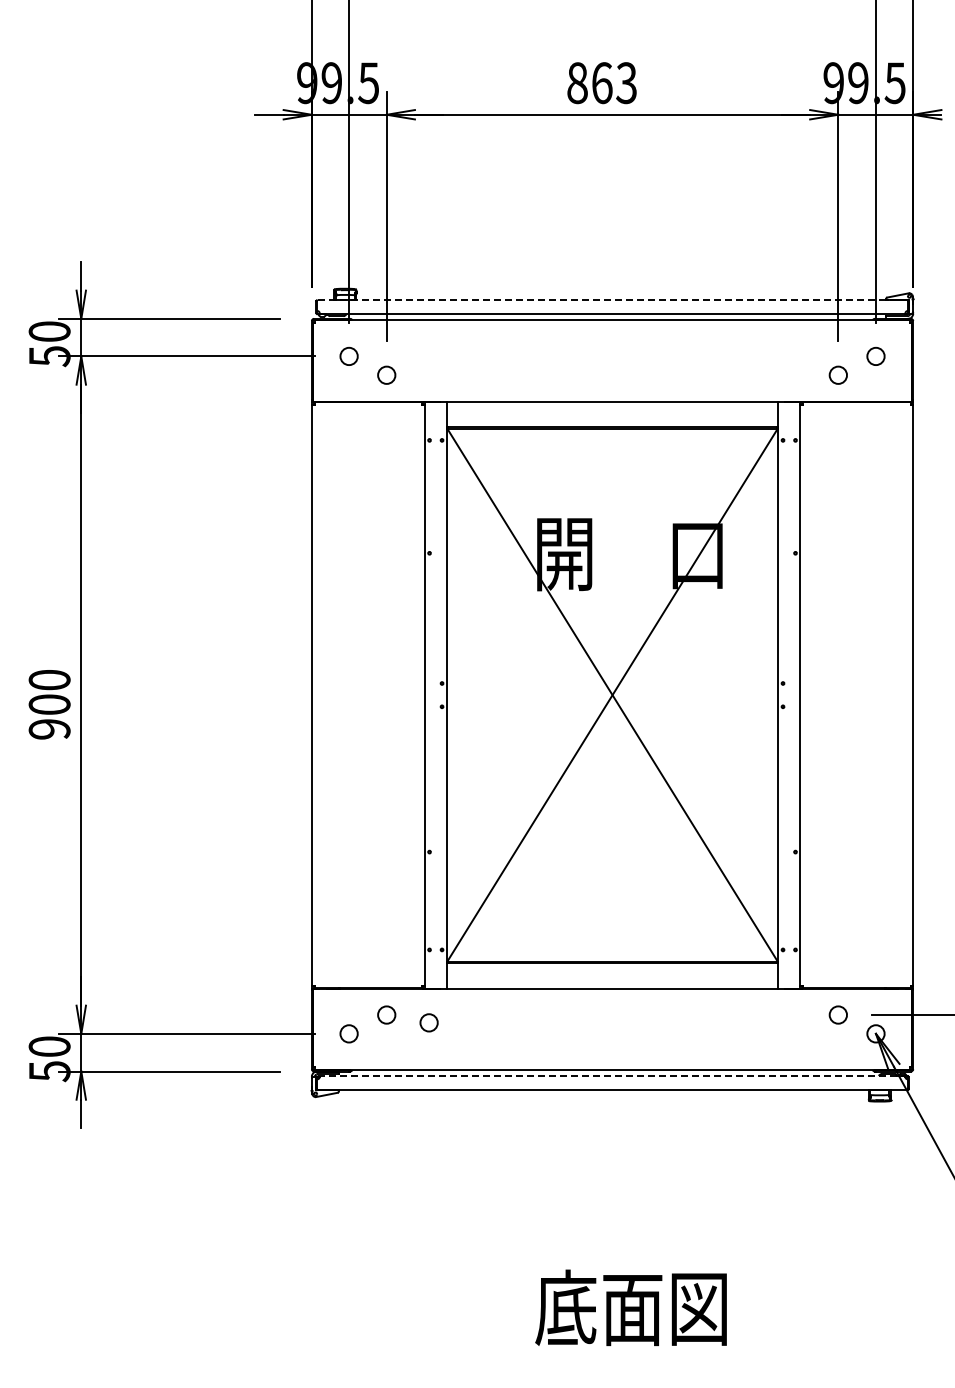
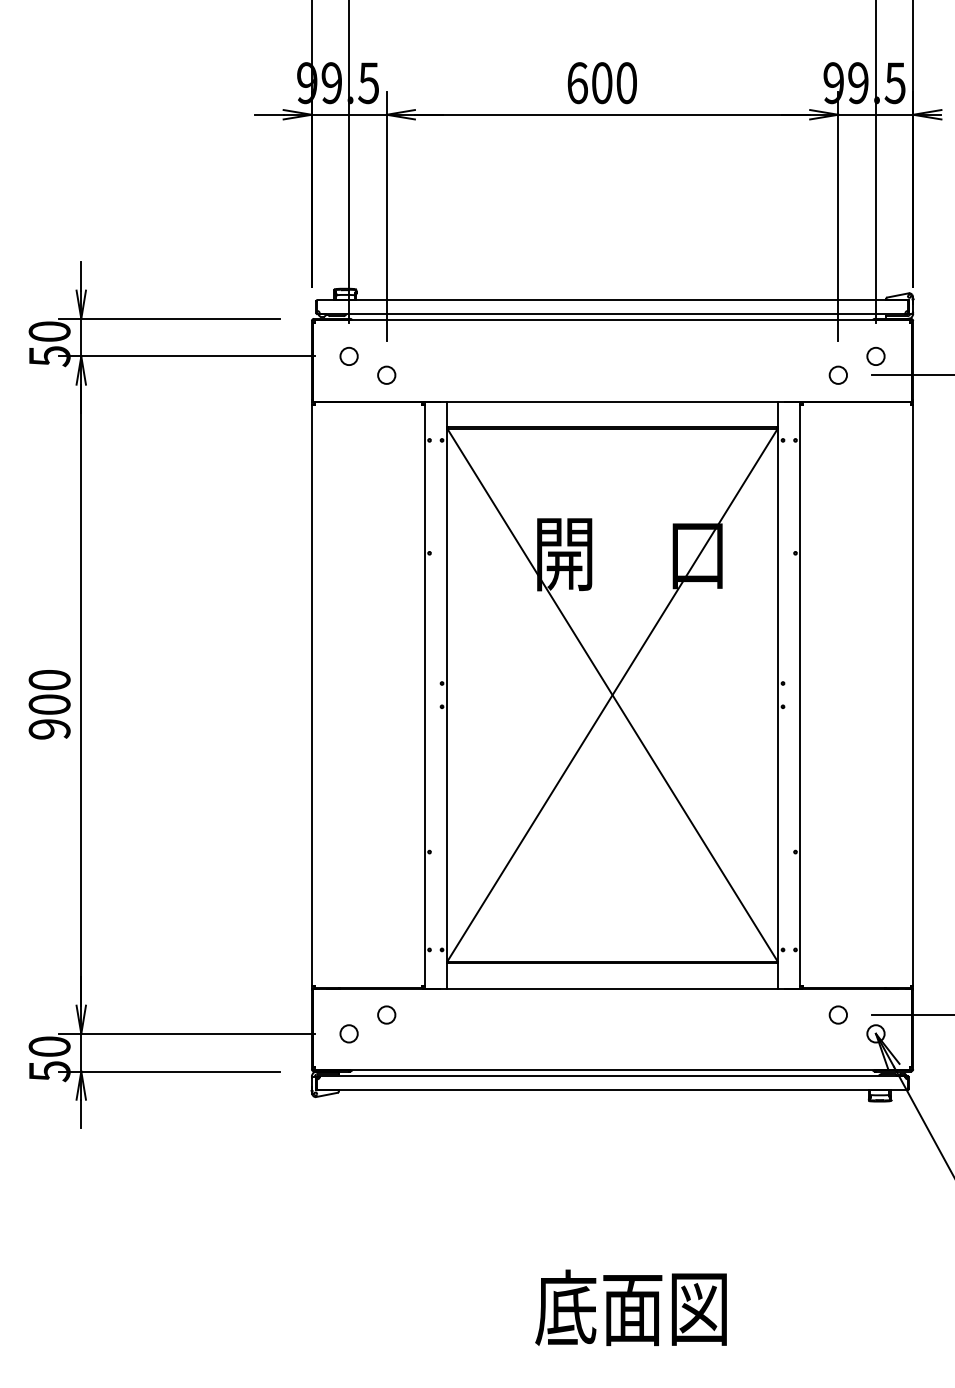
text at (601, 83): 863 -> 600
line at (613, 300): dashed -> solid
line at (911, 375): none -> present
circle at (428, 1022): present -> none
line at (612, 1076): dashed -> solid
